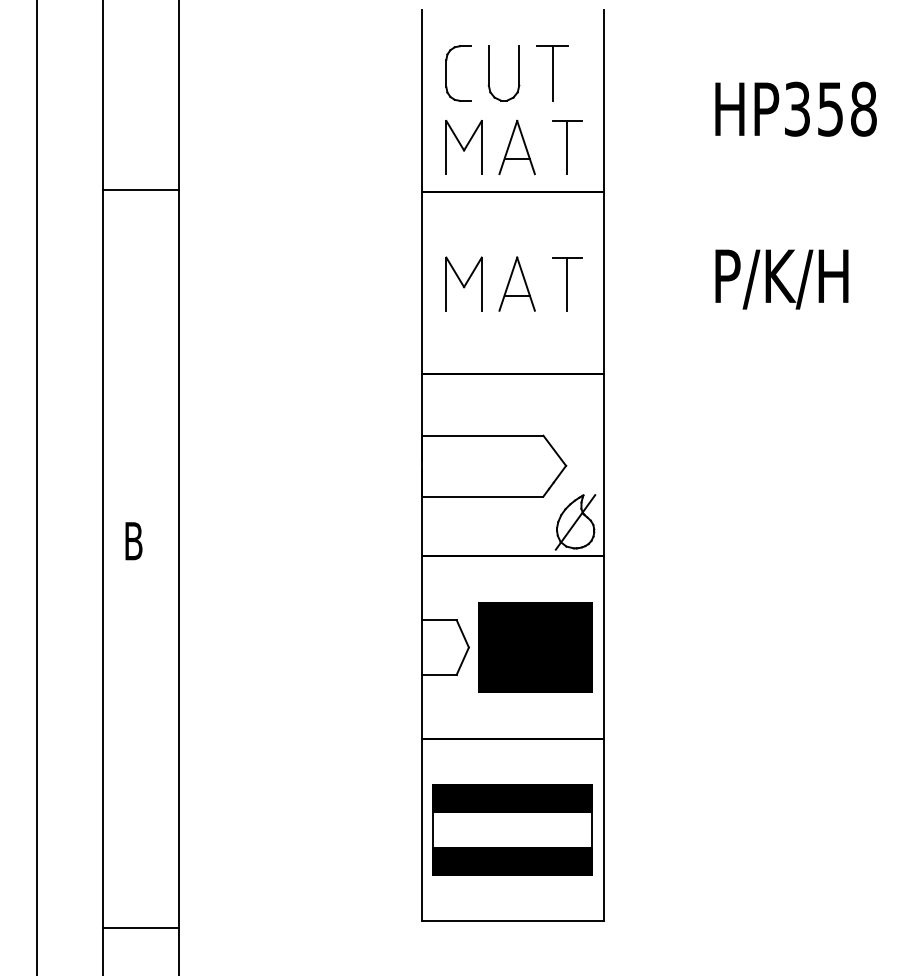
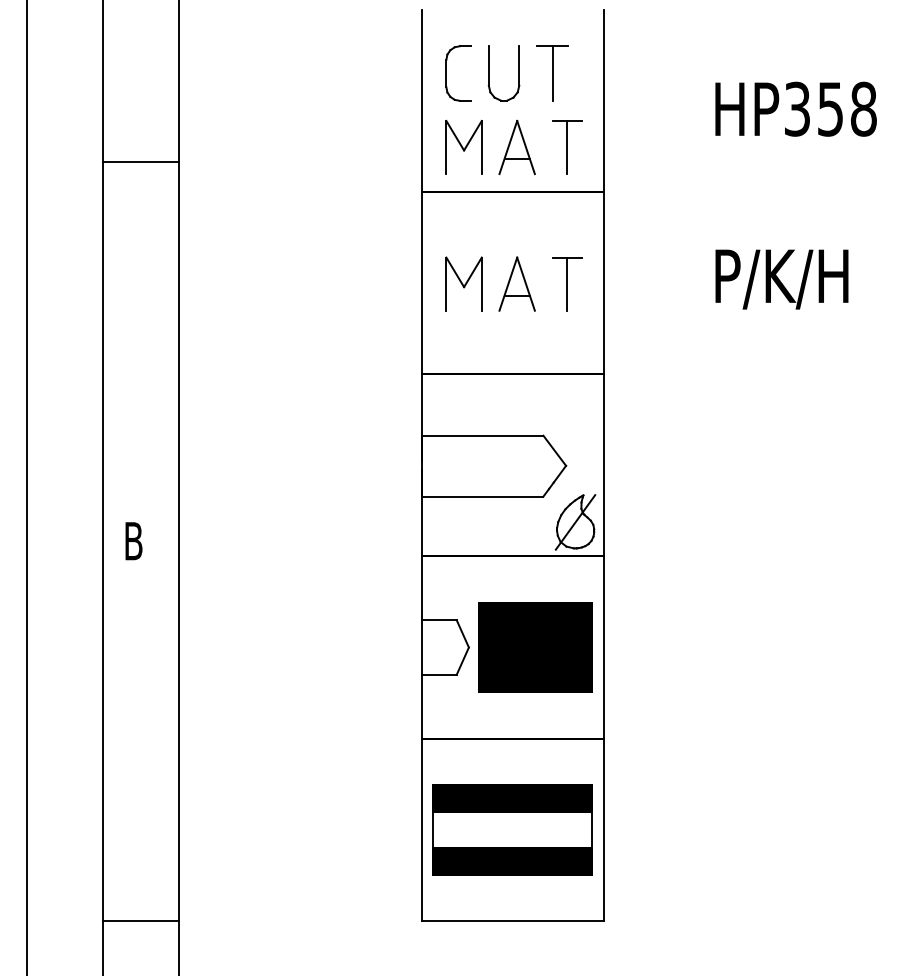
line at (140, 189) position: (140, 189) -> (140, 161)
line at (37, 487) position: (37, 487) -> (27, 487)
line at (140, 927) position: (140, 927) -> (140, 920)
